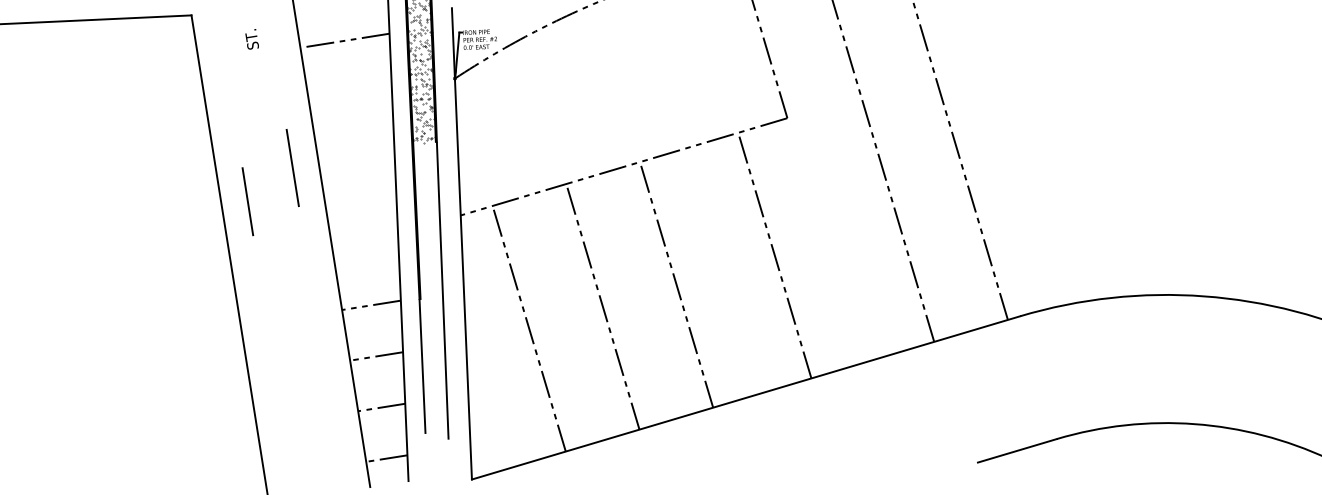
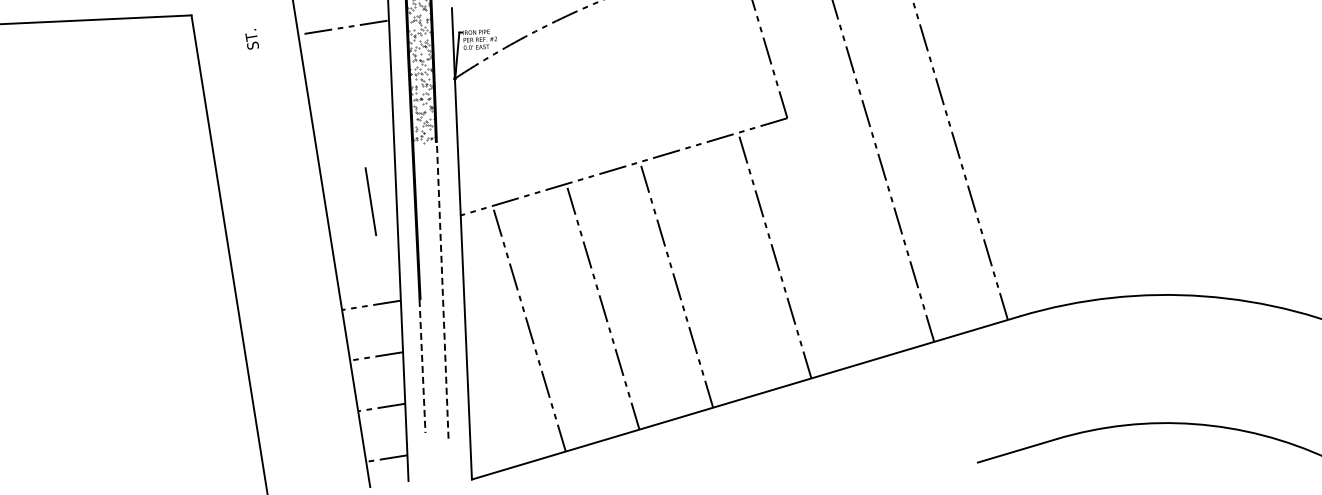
line at (344, 40) position: (344, 40) -> (342, 27)
line at (292, 167): present -> none
line at (247, 201) position: (247, 201) -> (370, 201)
line at (442, 290): solid -> dashed
line at (422, 366): solid -> dashed
